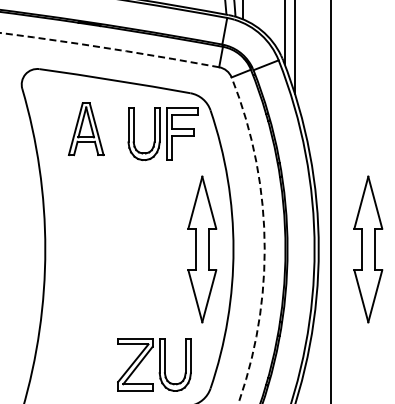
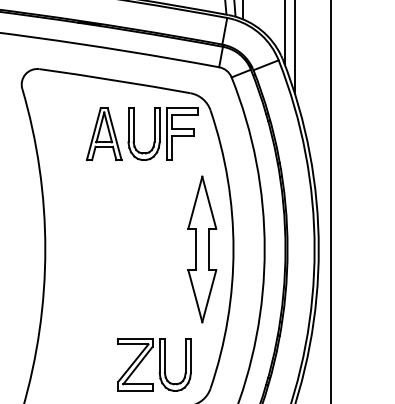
arc at (109, 48): dashed -> solid
part at (86, 129) position: (86, 129) -> (104, 134)
arc at (264, 238): dashed -> solid
part at (368, 249): present -> none
